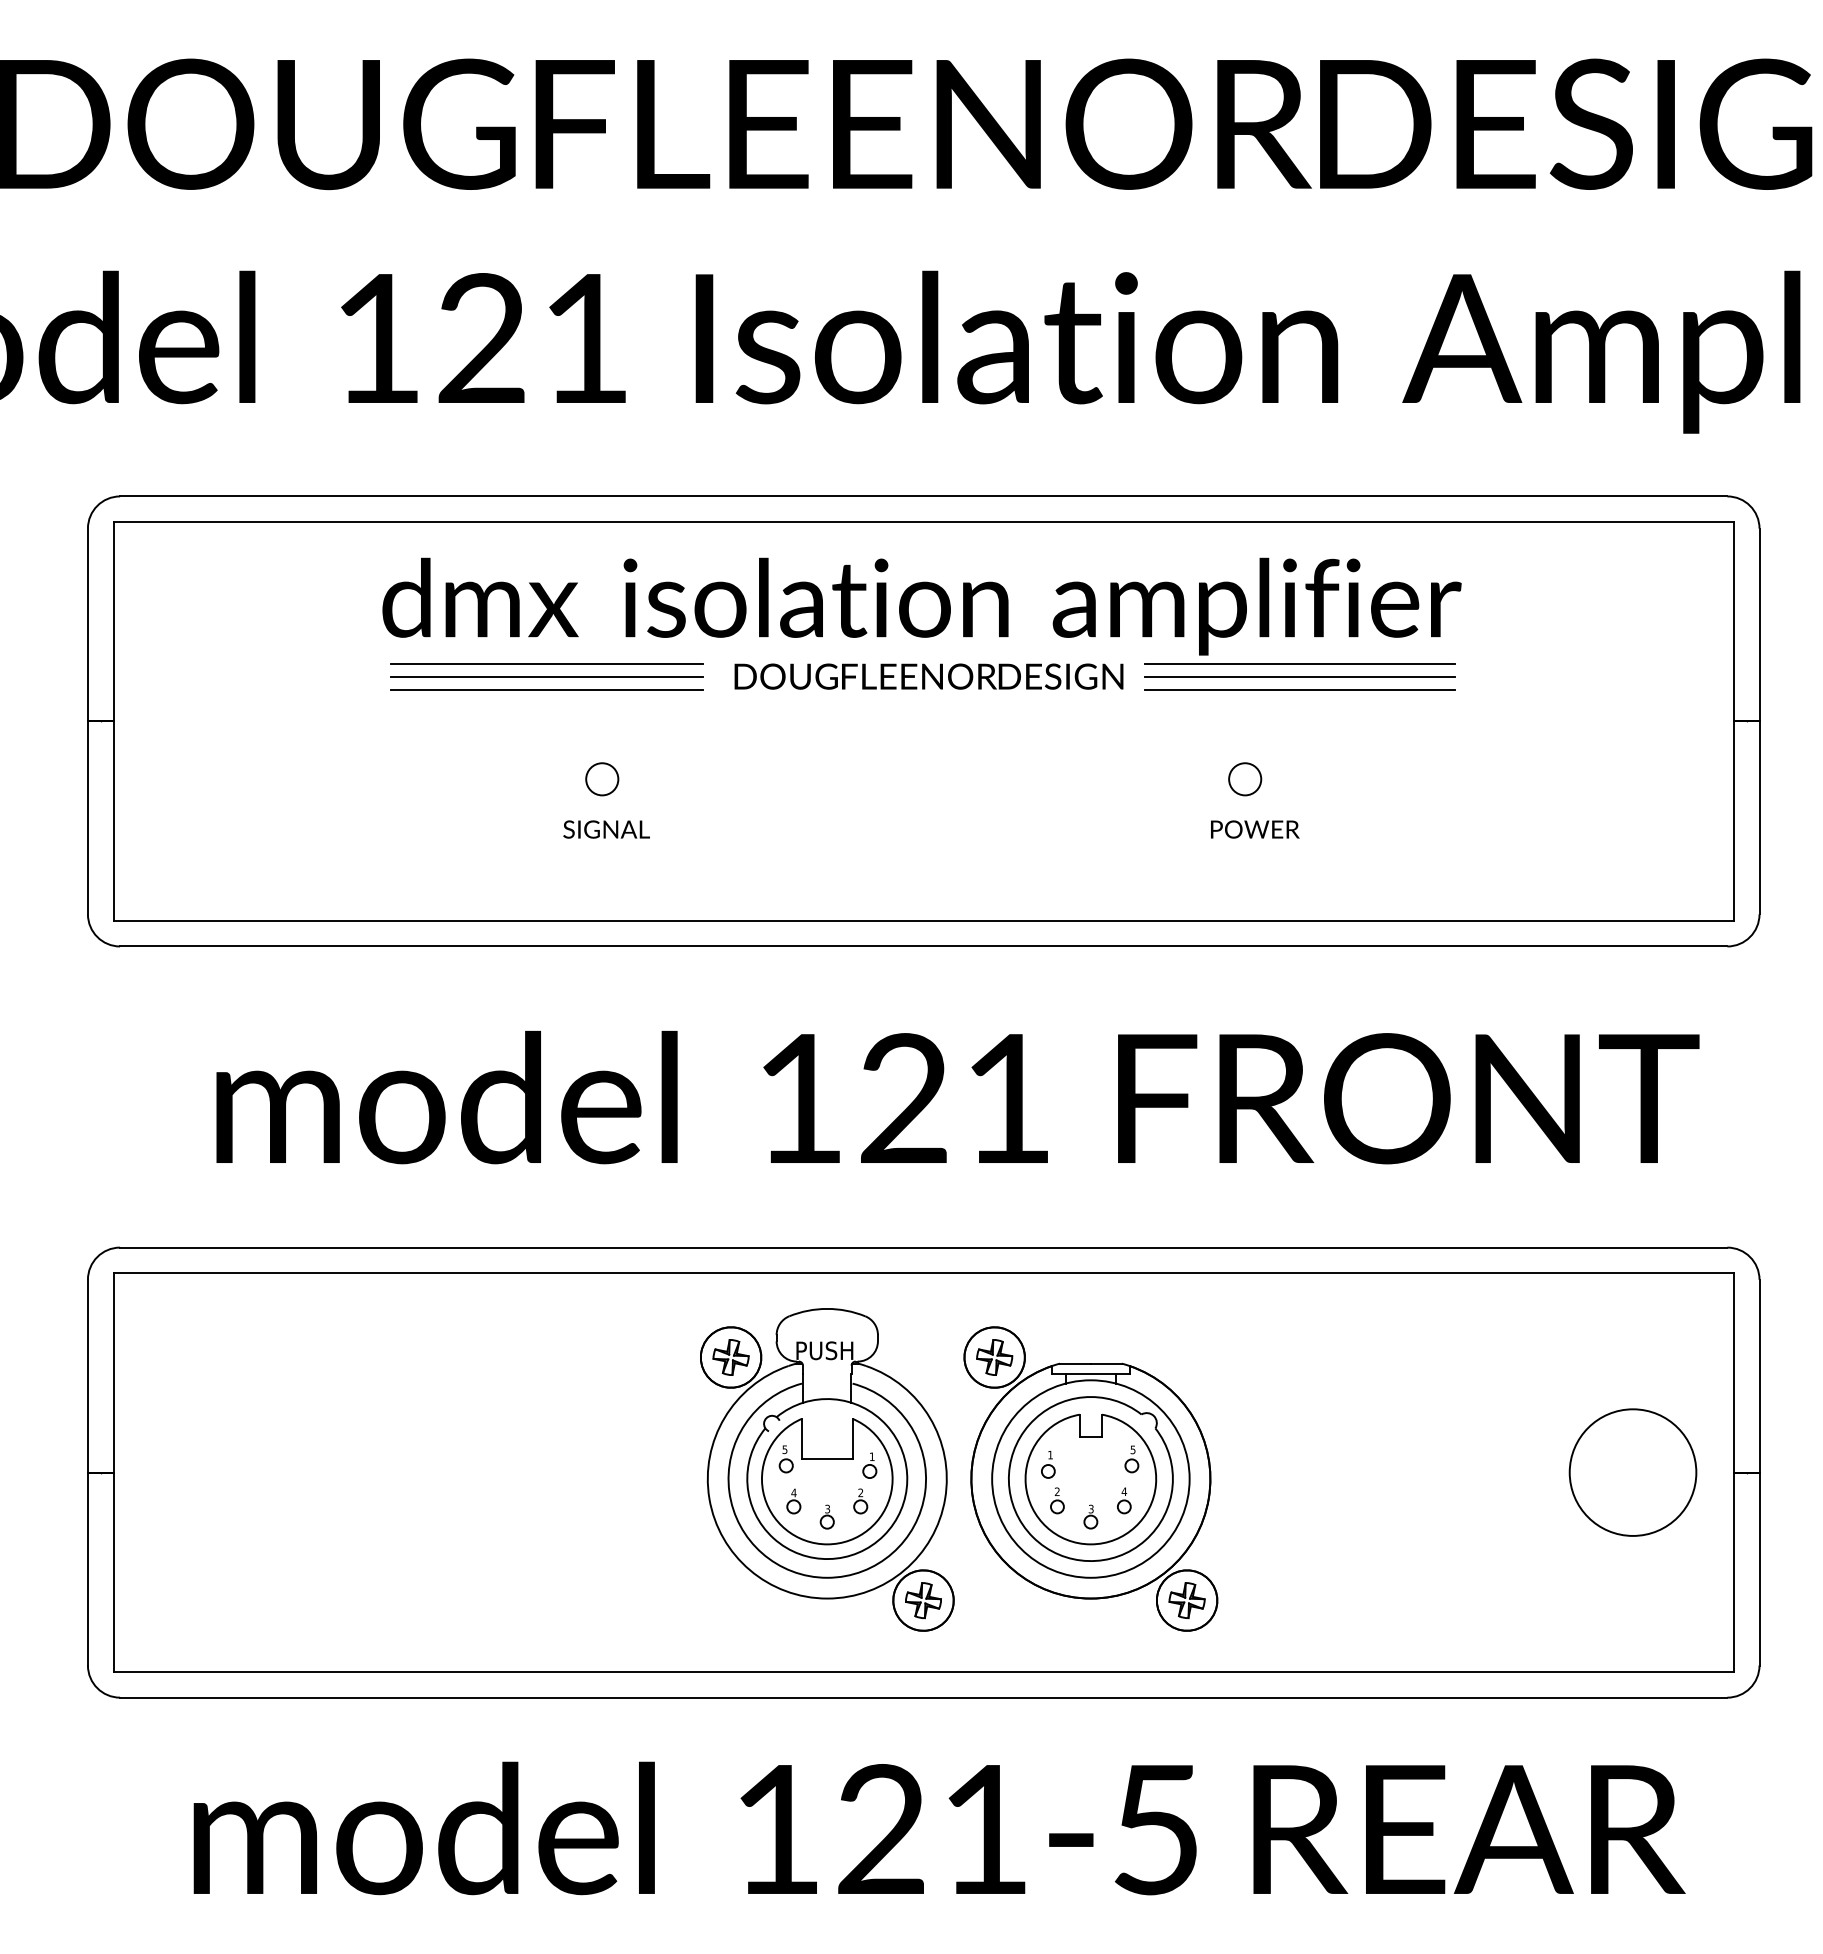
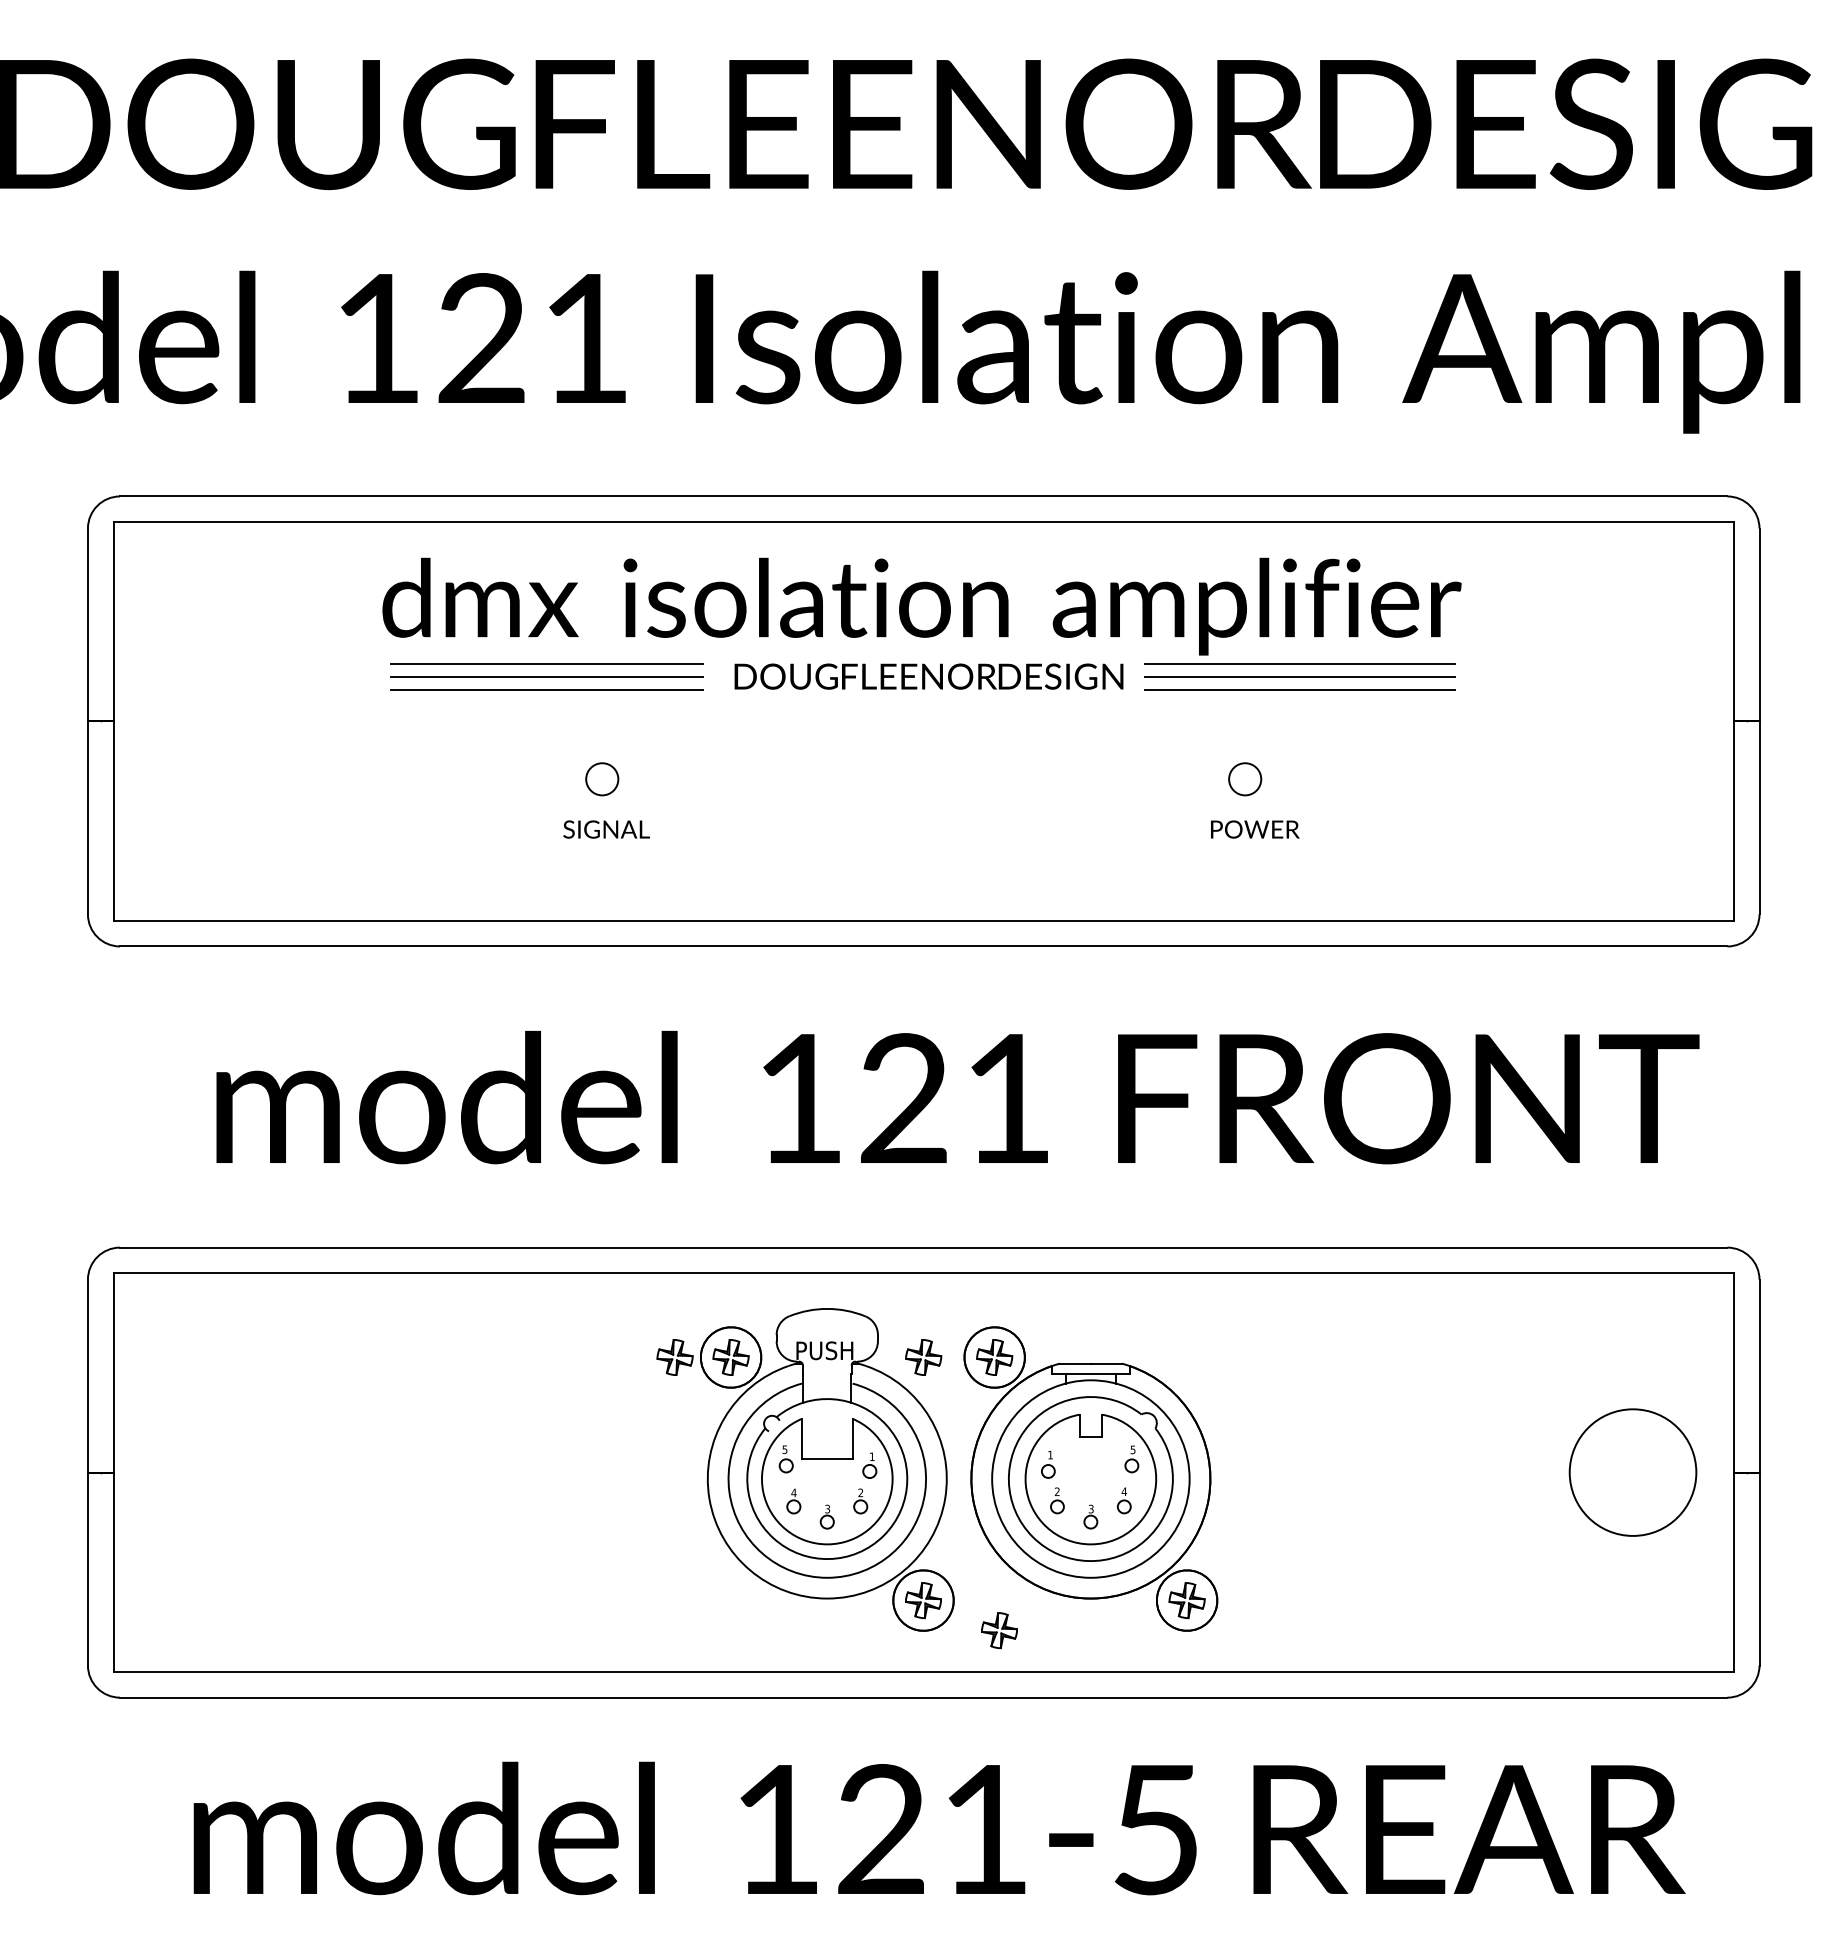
part at (674, 1357): none -> present
part at (923, 1357): none -> present
part at (999, 1630): none -> present
